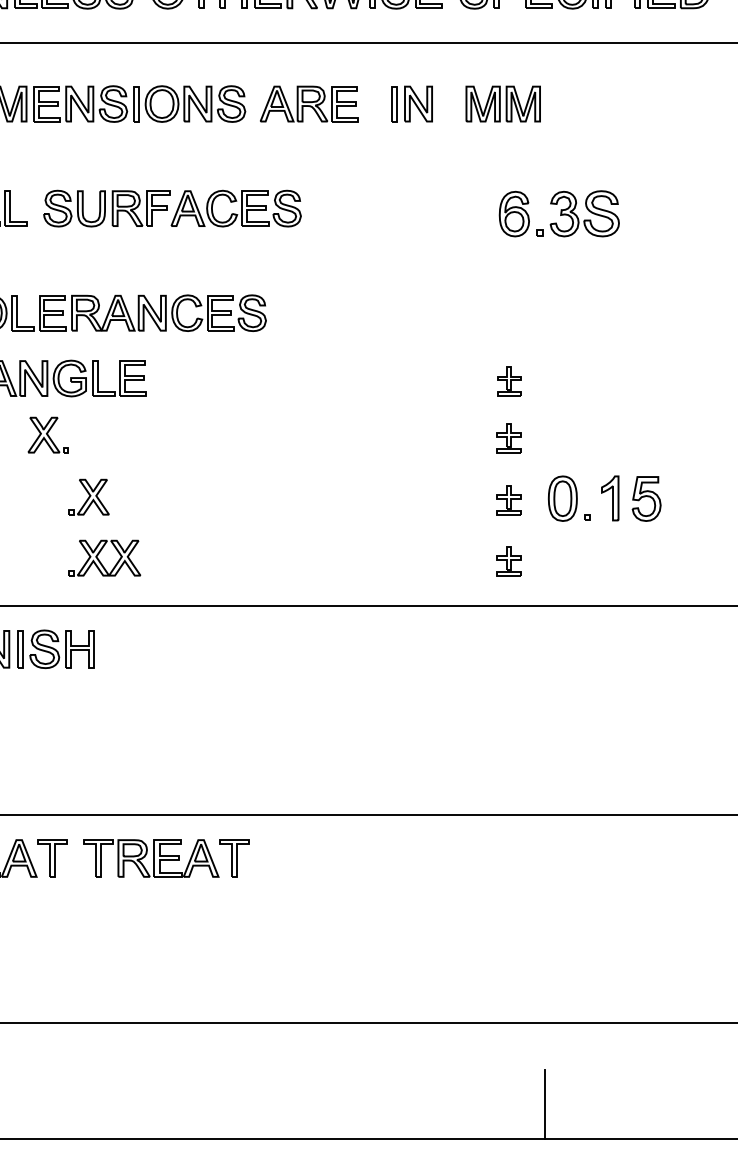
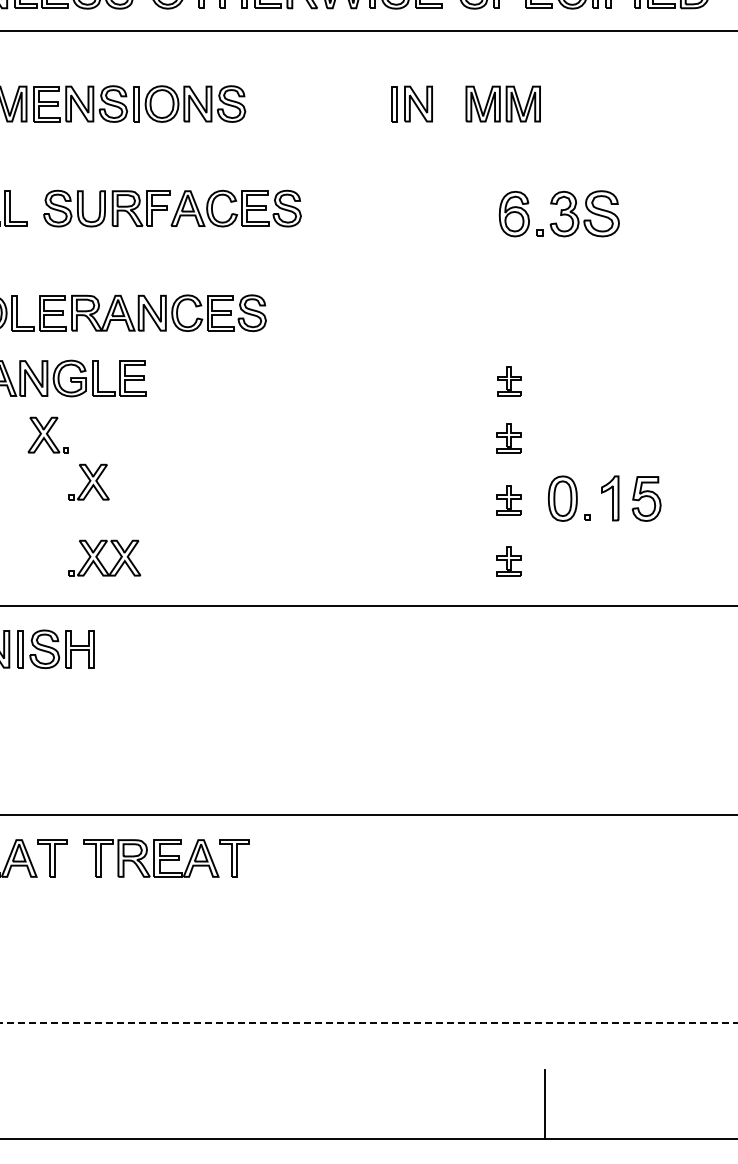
line at (368, 42) position: (368, 42) -> (368, 30)
part at (309, 103): present -> none
part at (88, 496) position: (88, 496) -> (88, 481)
line at (368, 1023): solid -> dashed
